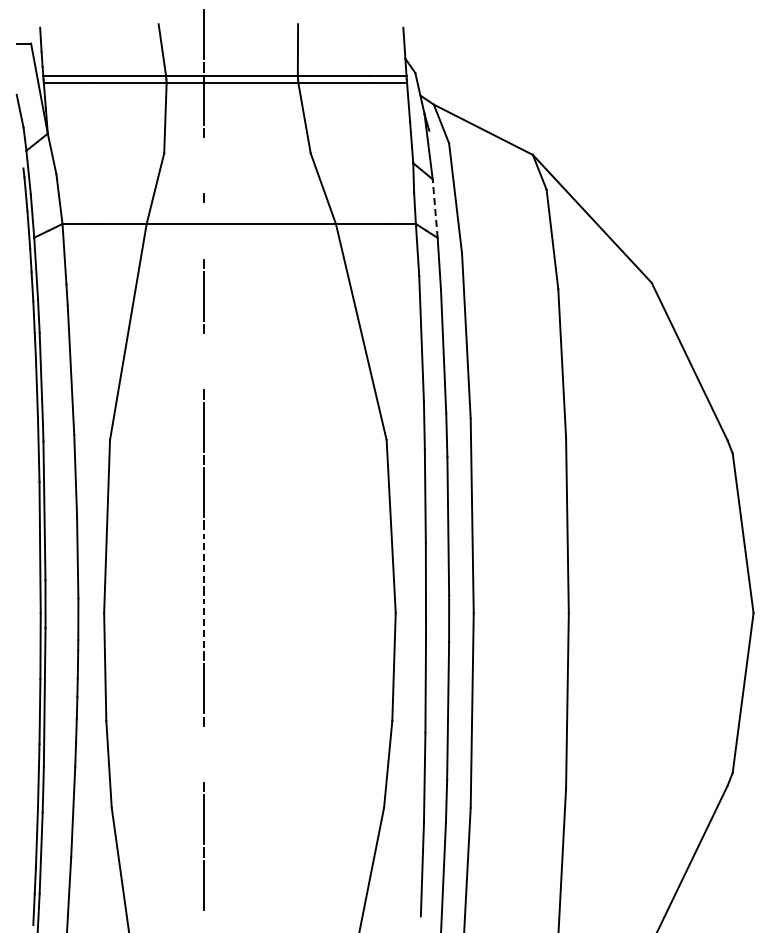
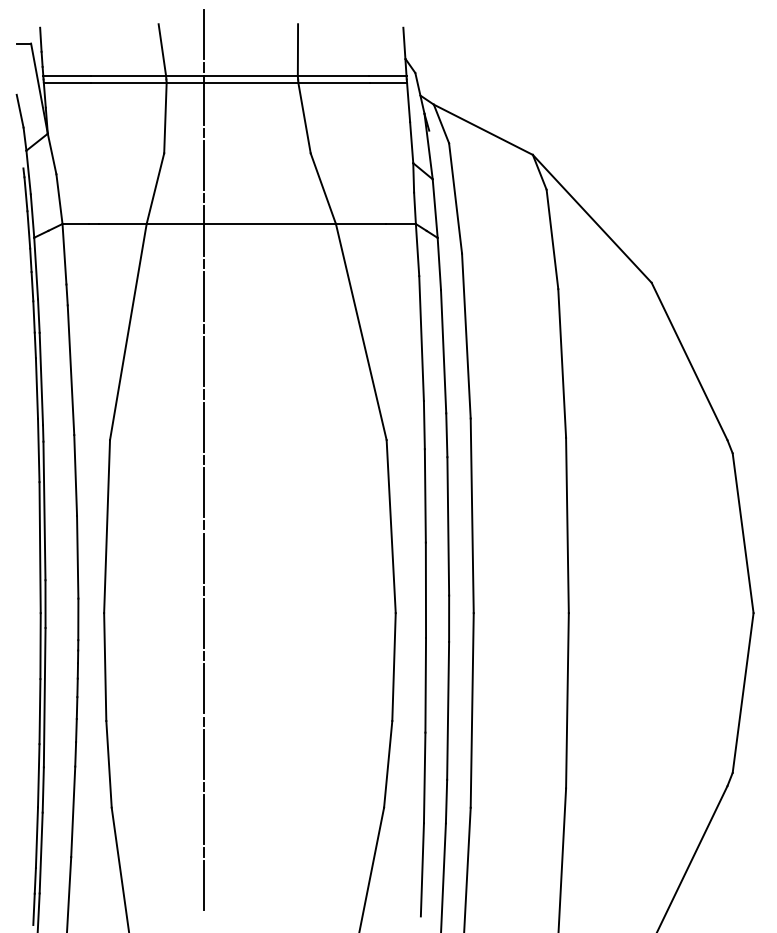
line at (204, 165): none -> present
line at (435, 208): dashed -> solid
line at (204, 230): none -> present
line at (204, 361): none -> present
line at (204, 558): dashed -> solid
line at (204, 623): dashed -> solid
line at (204, 753): none -> present
